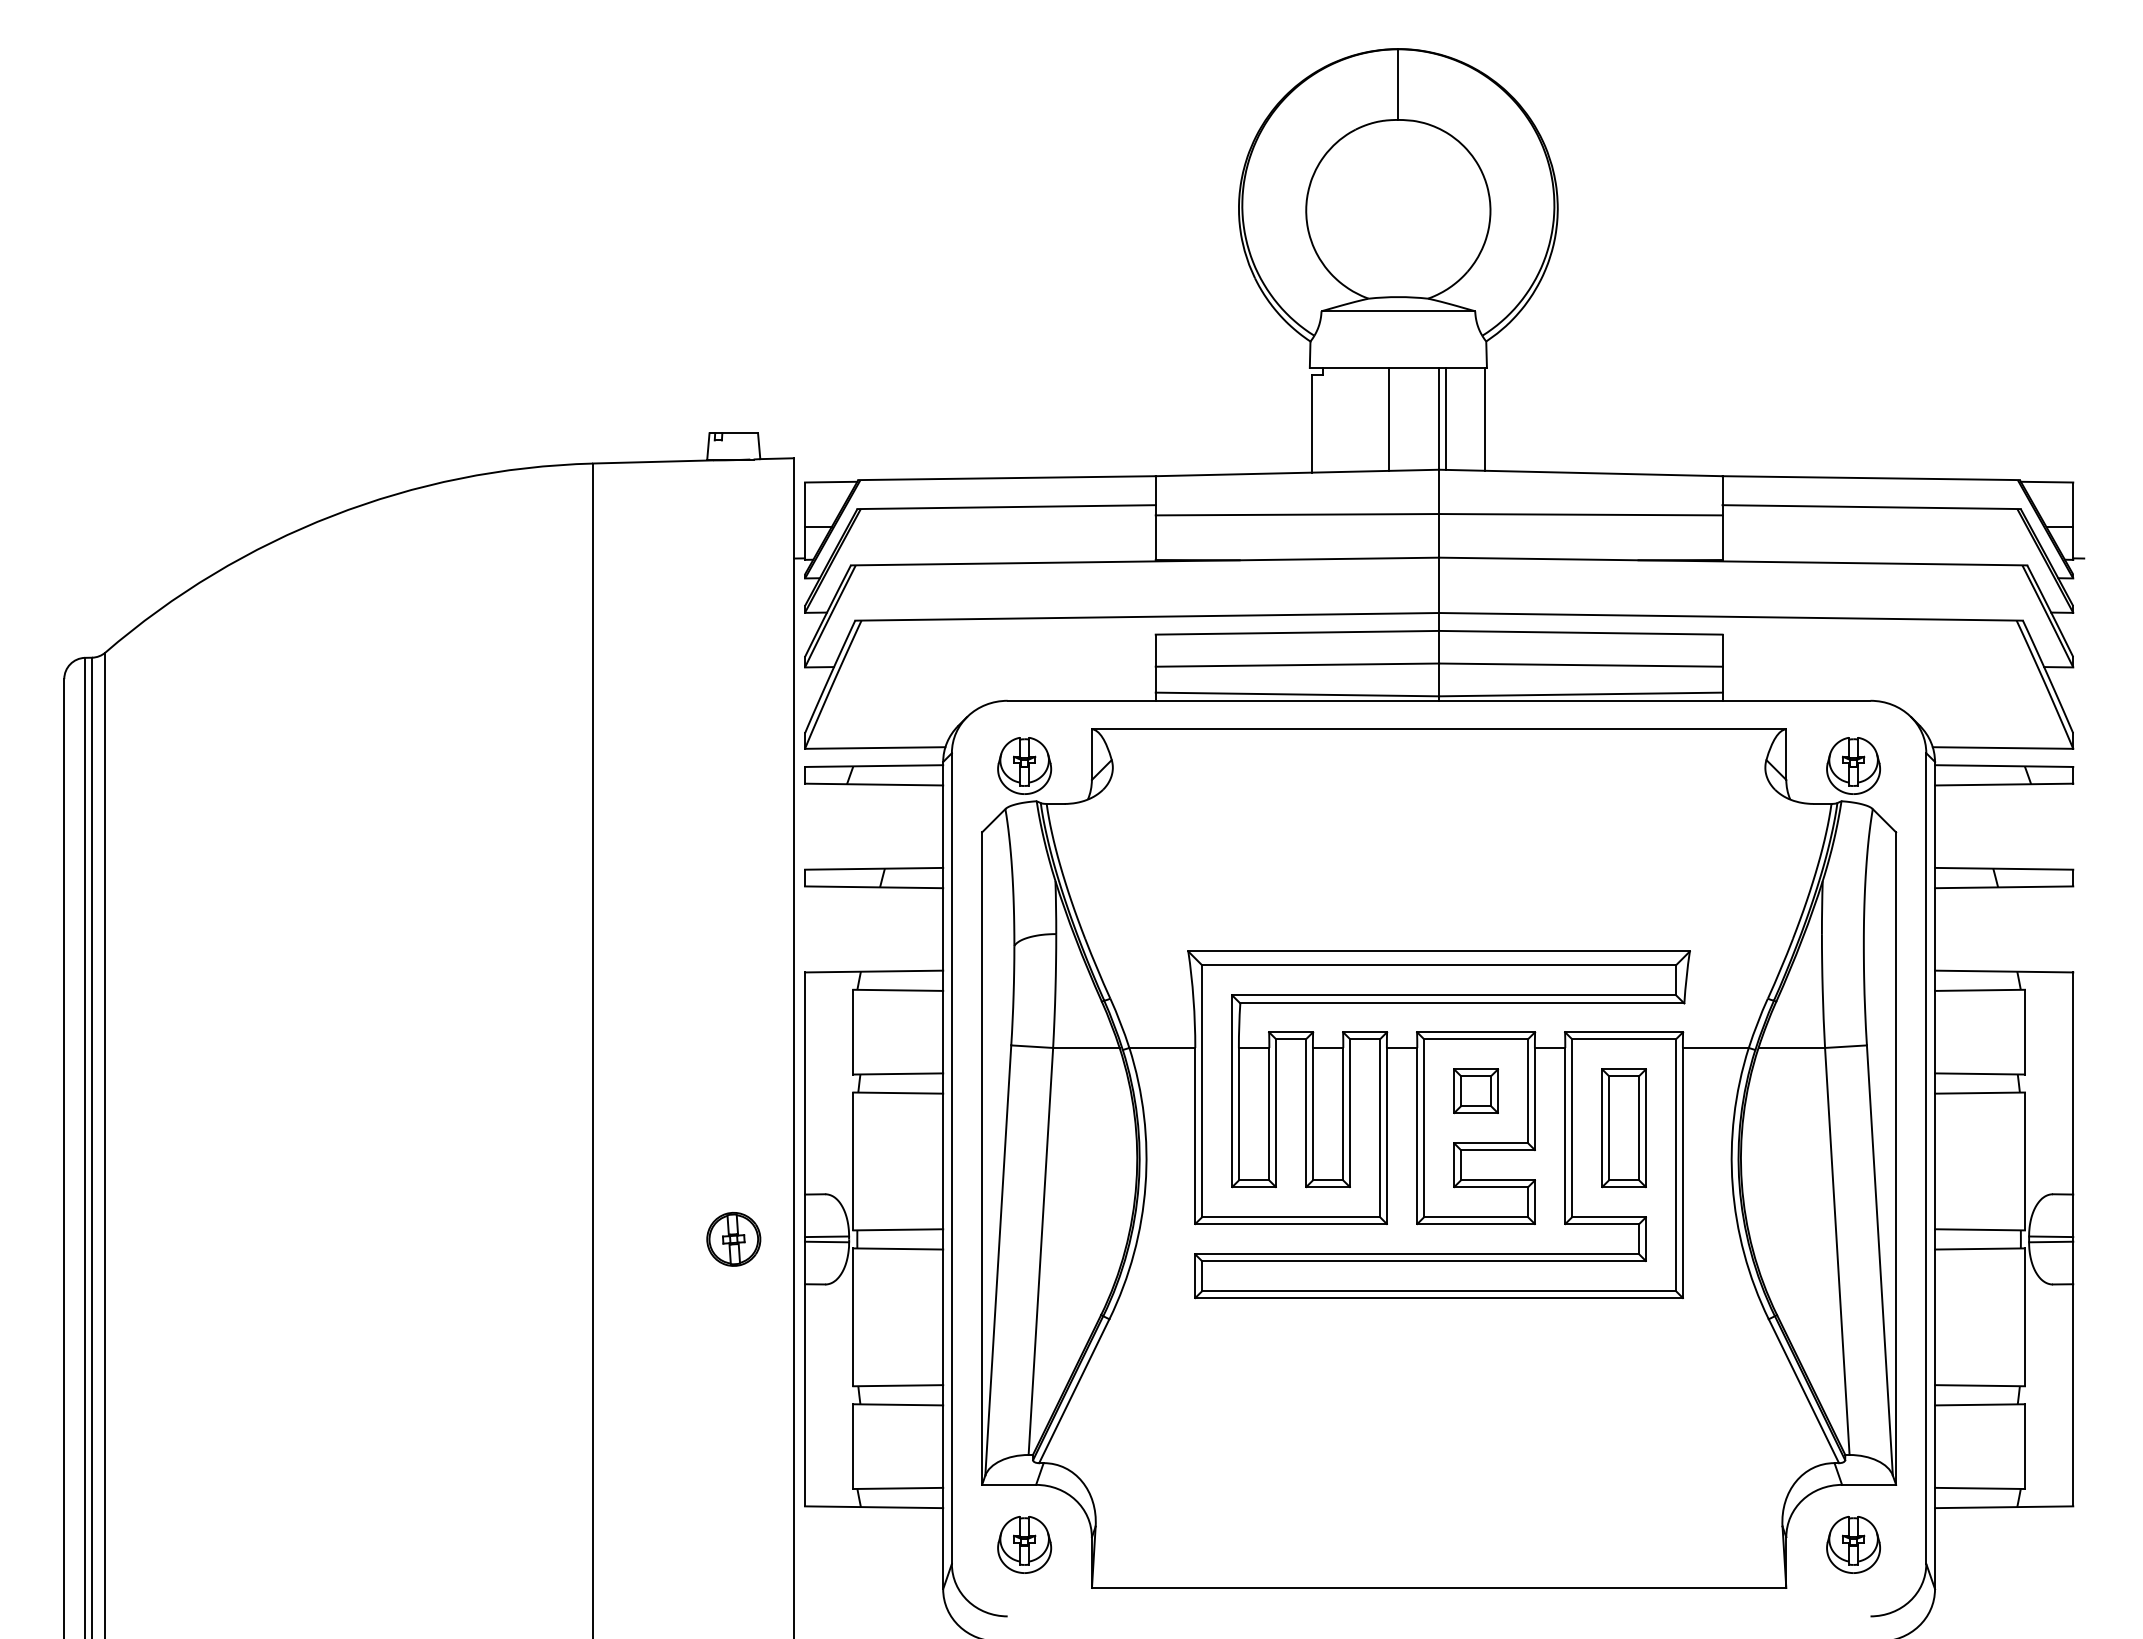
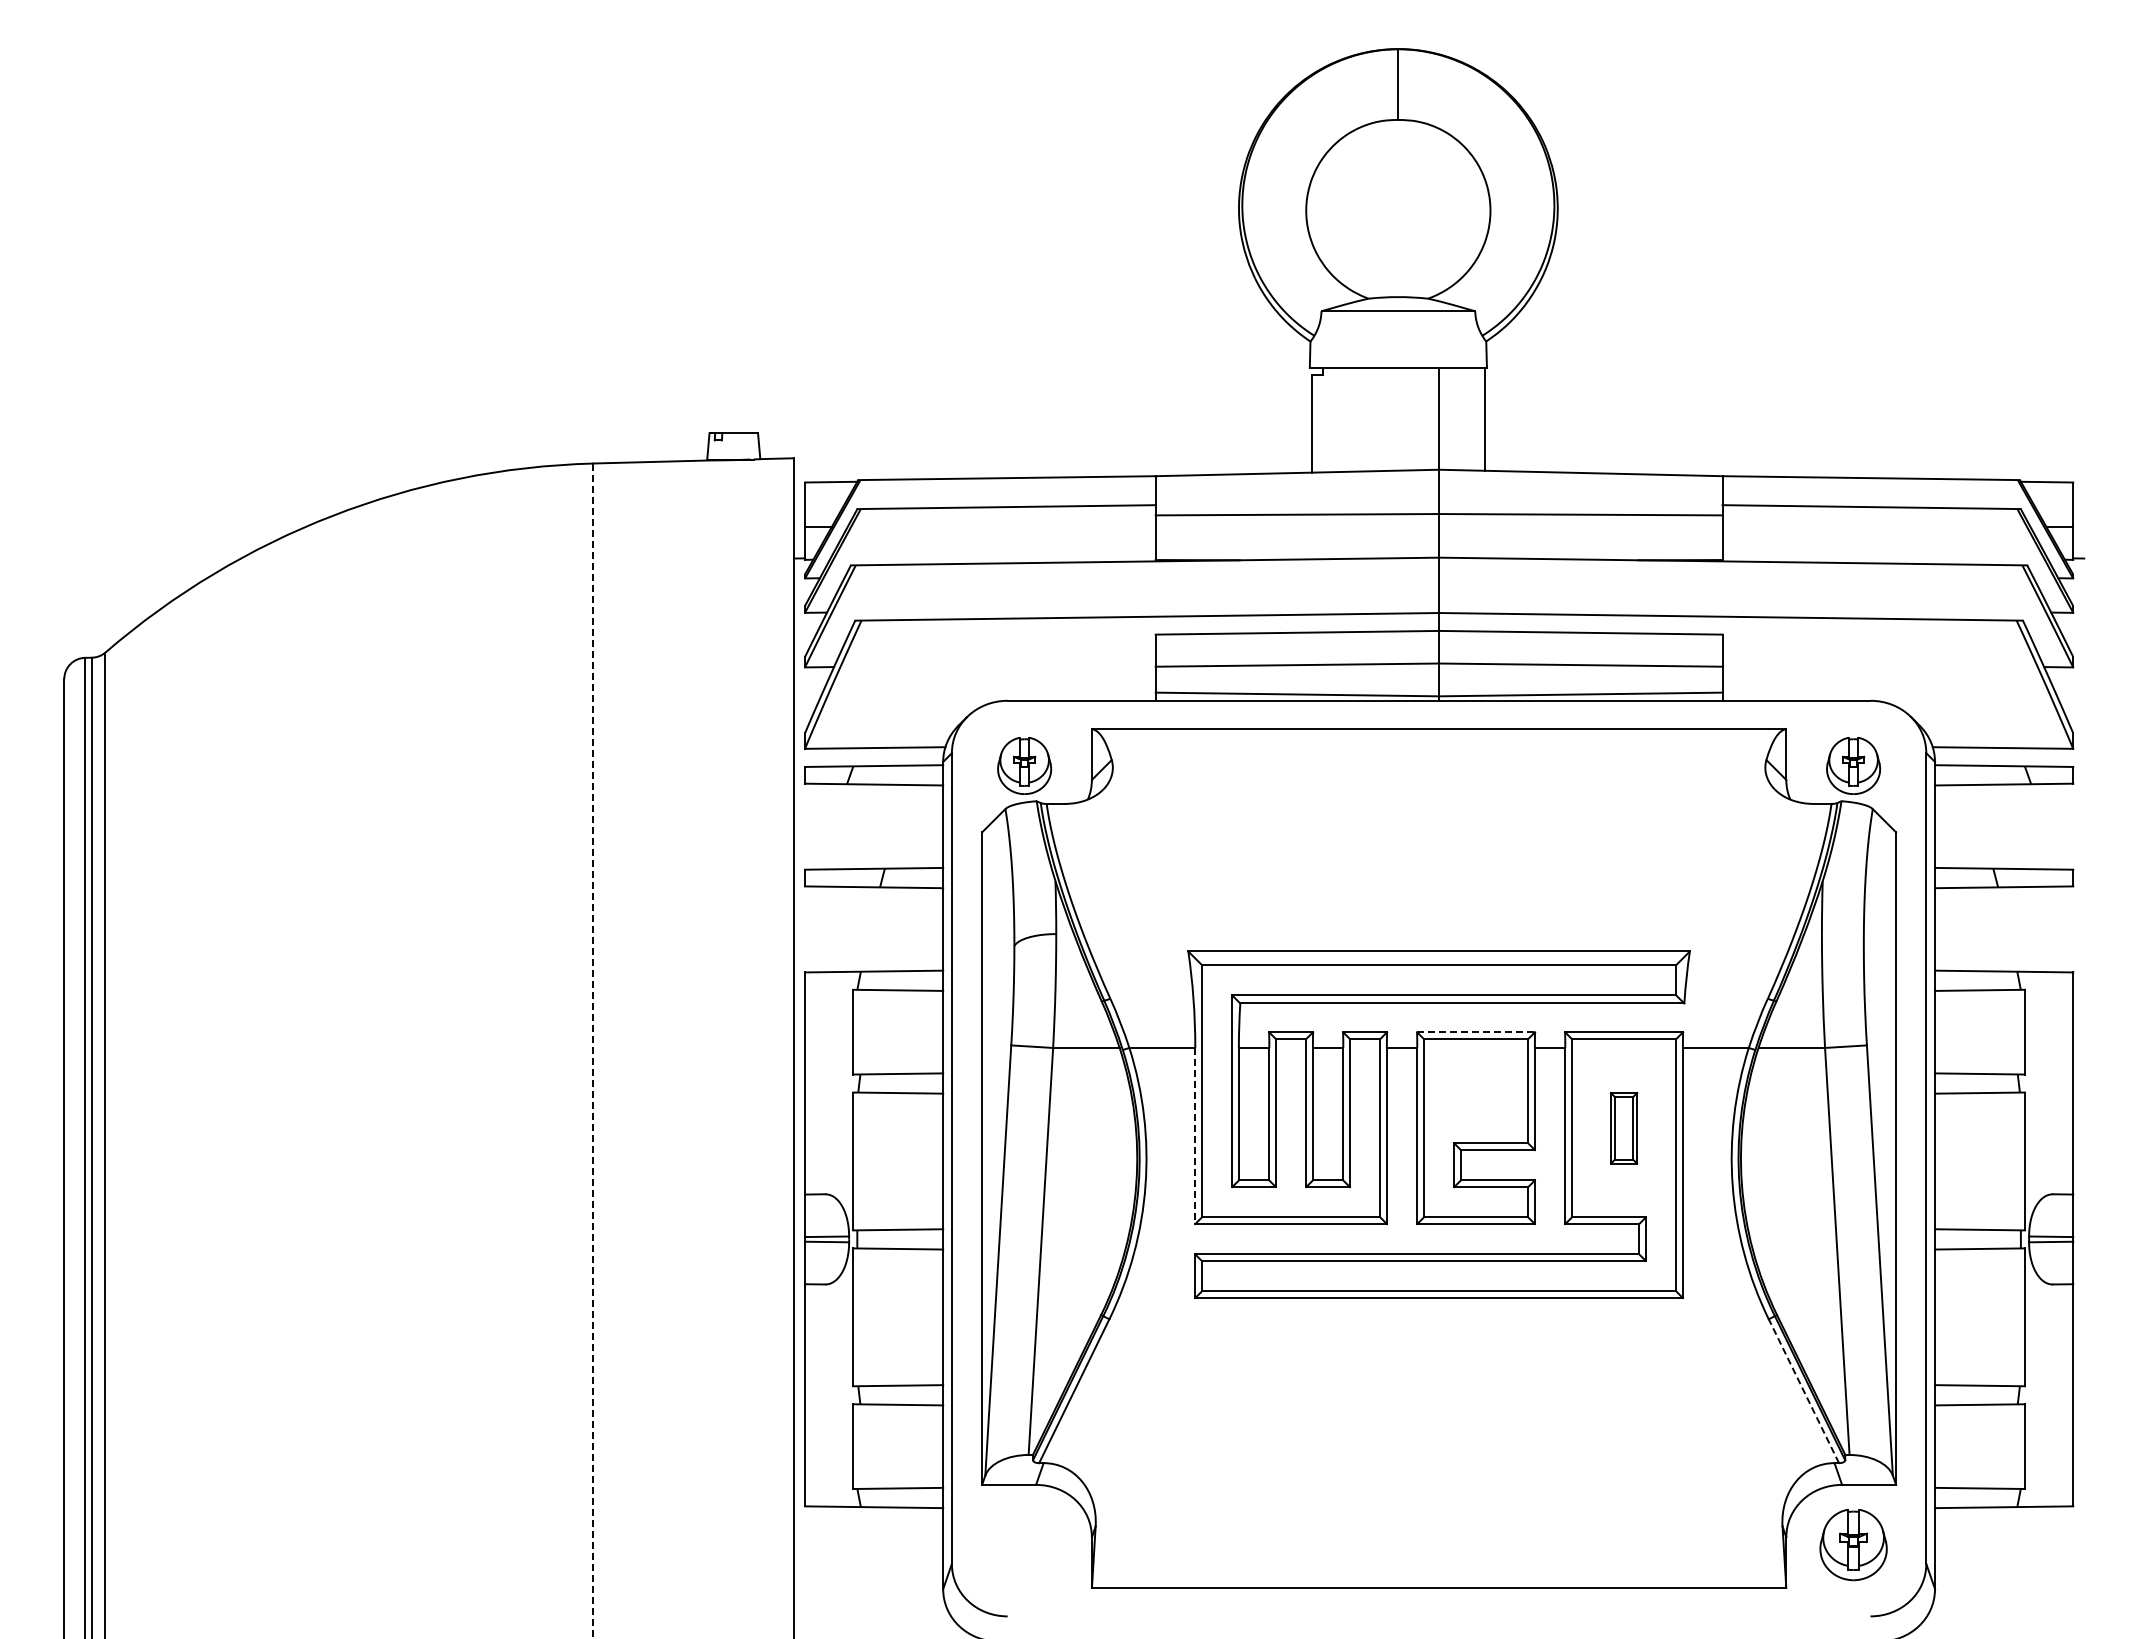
line at (1389, 418): present -> none
line at (1446, 418): present -> none
line at (1476, 1032): solid -> dashed
line at (593, 1050): solid -> dashed
part at (1475, 1091): present -> none
part at (1623, 1128) size: 46x121 px -> 30x73 px
line at (1195, 1136): solid -> dashed
part at (733, 1239): present -> none
line at (1803, 1390): solid -> dashed
part at (1024, 1544): present -> none
part at (1853, 1544) size: 55x59 px -> 69x73 px
